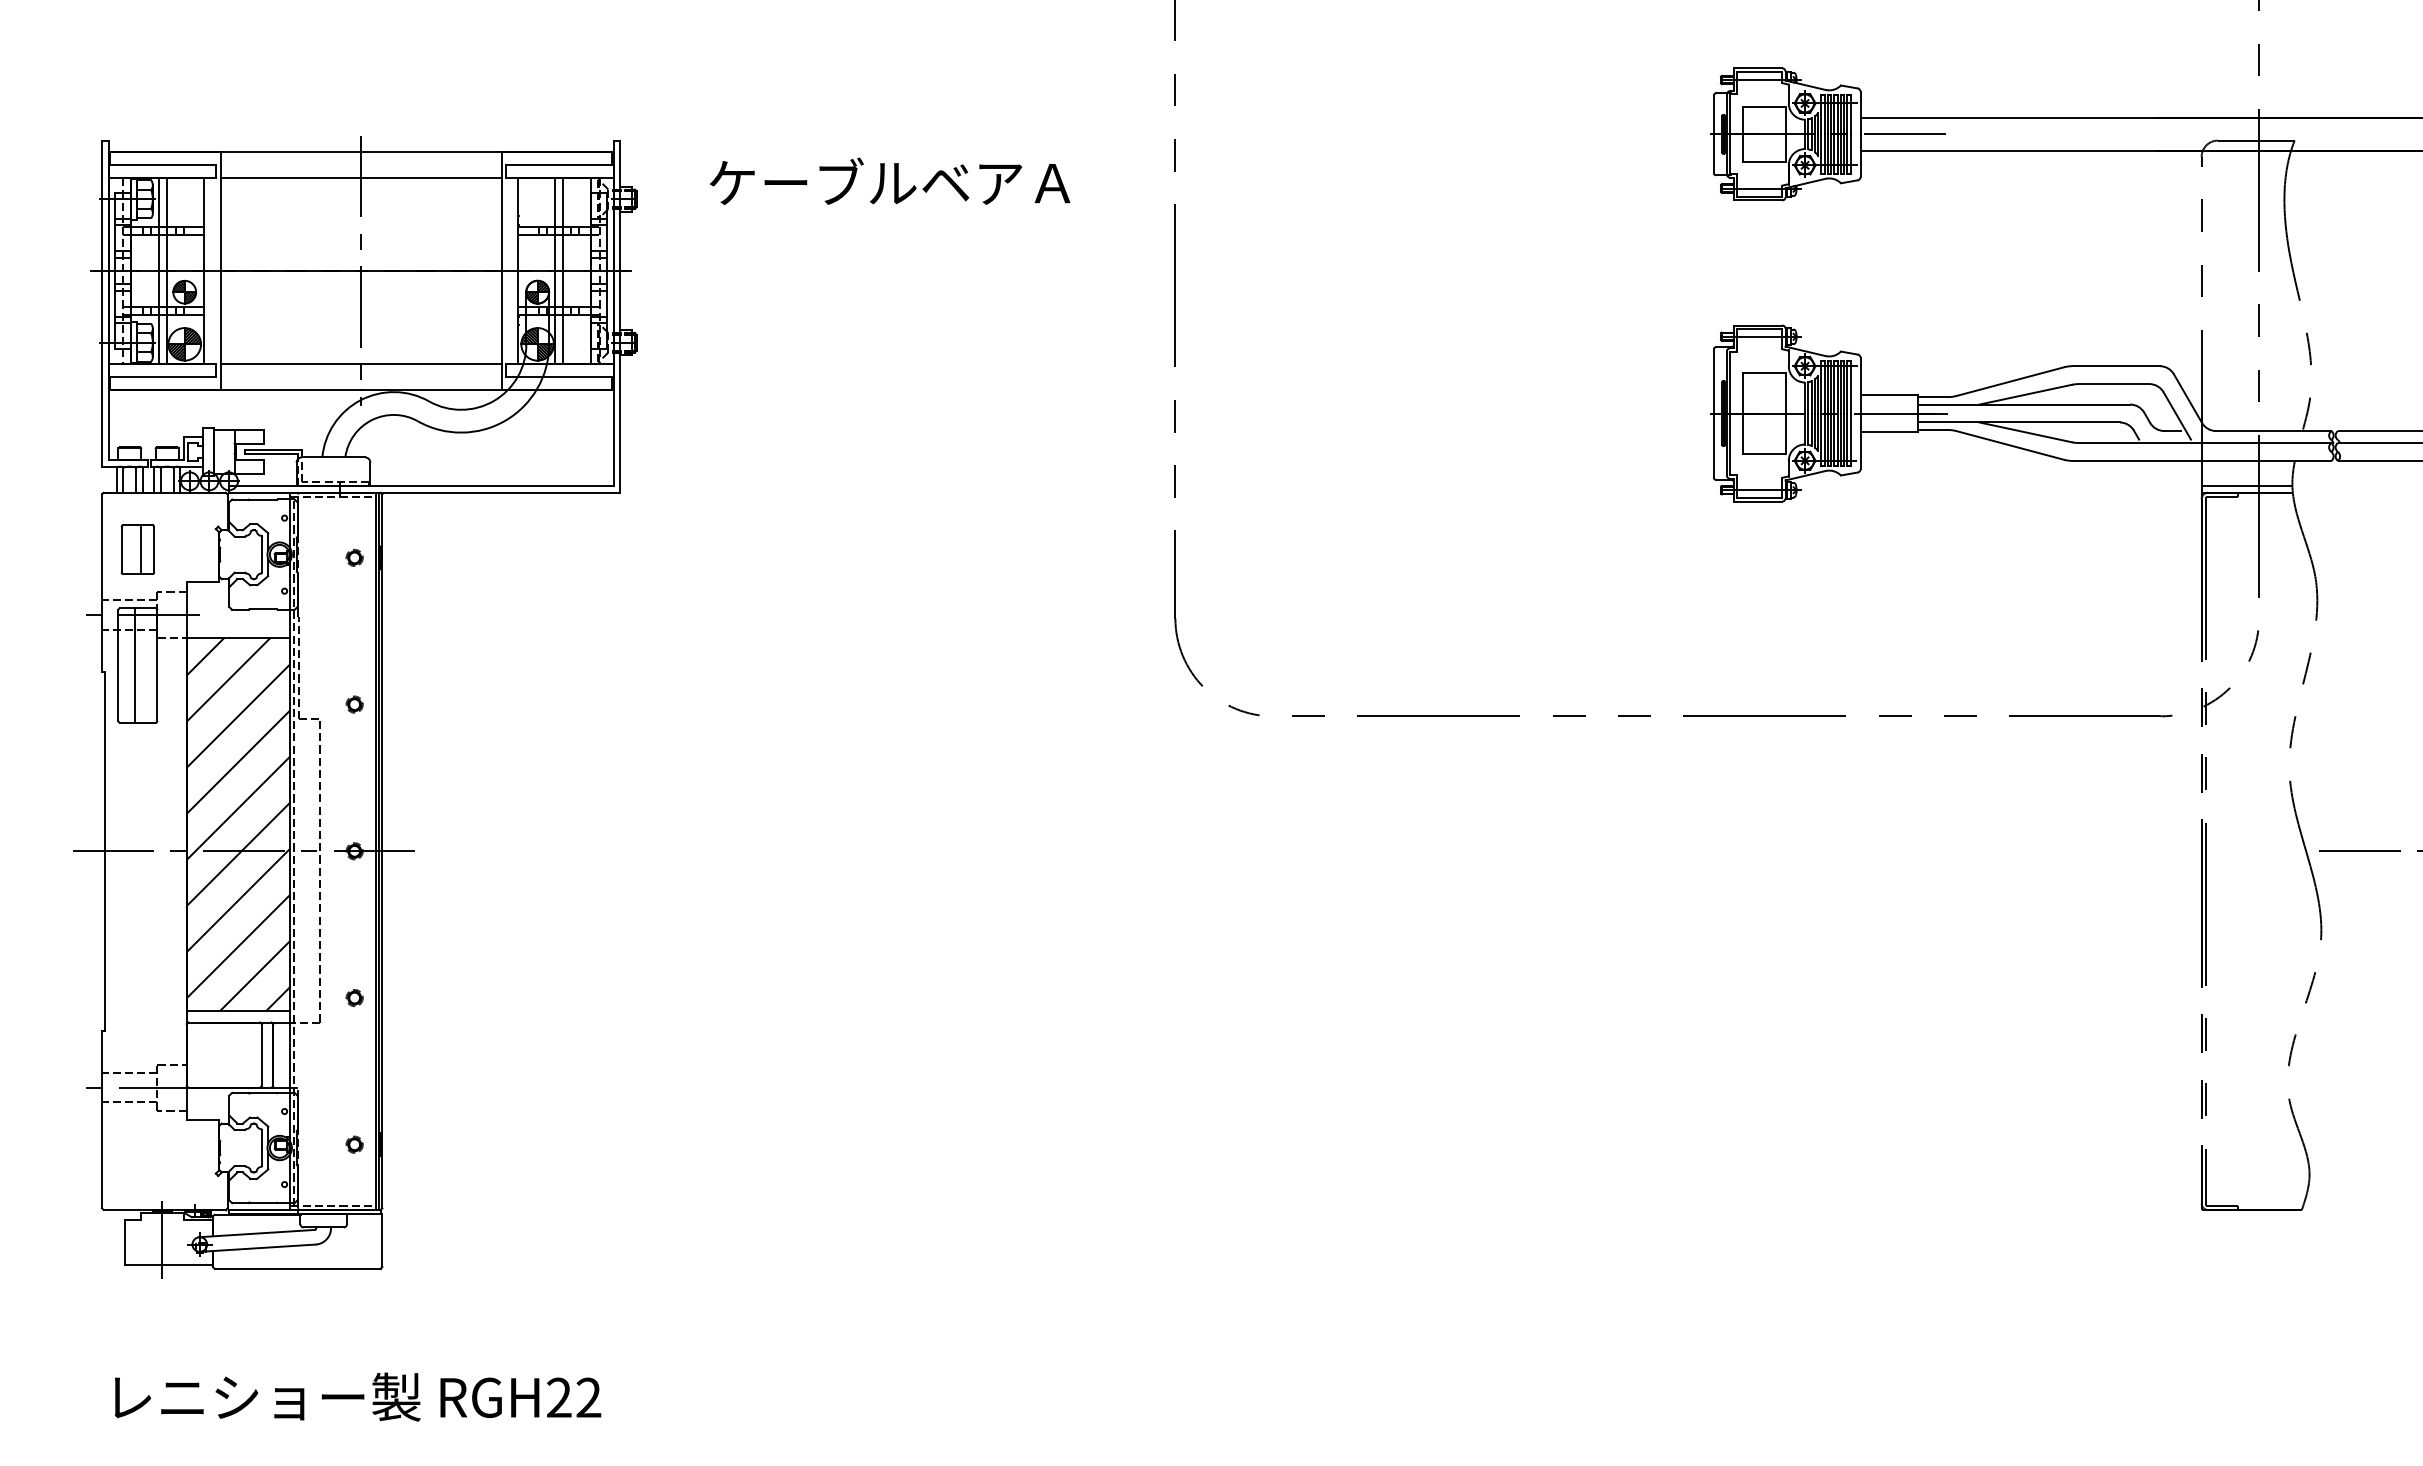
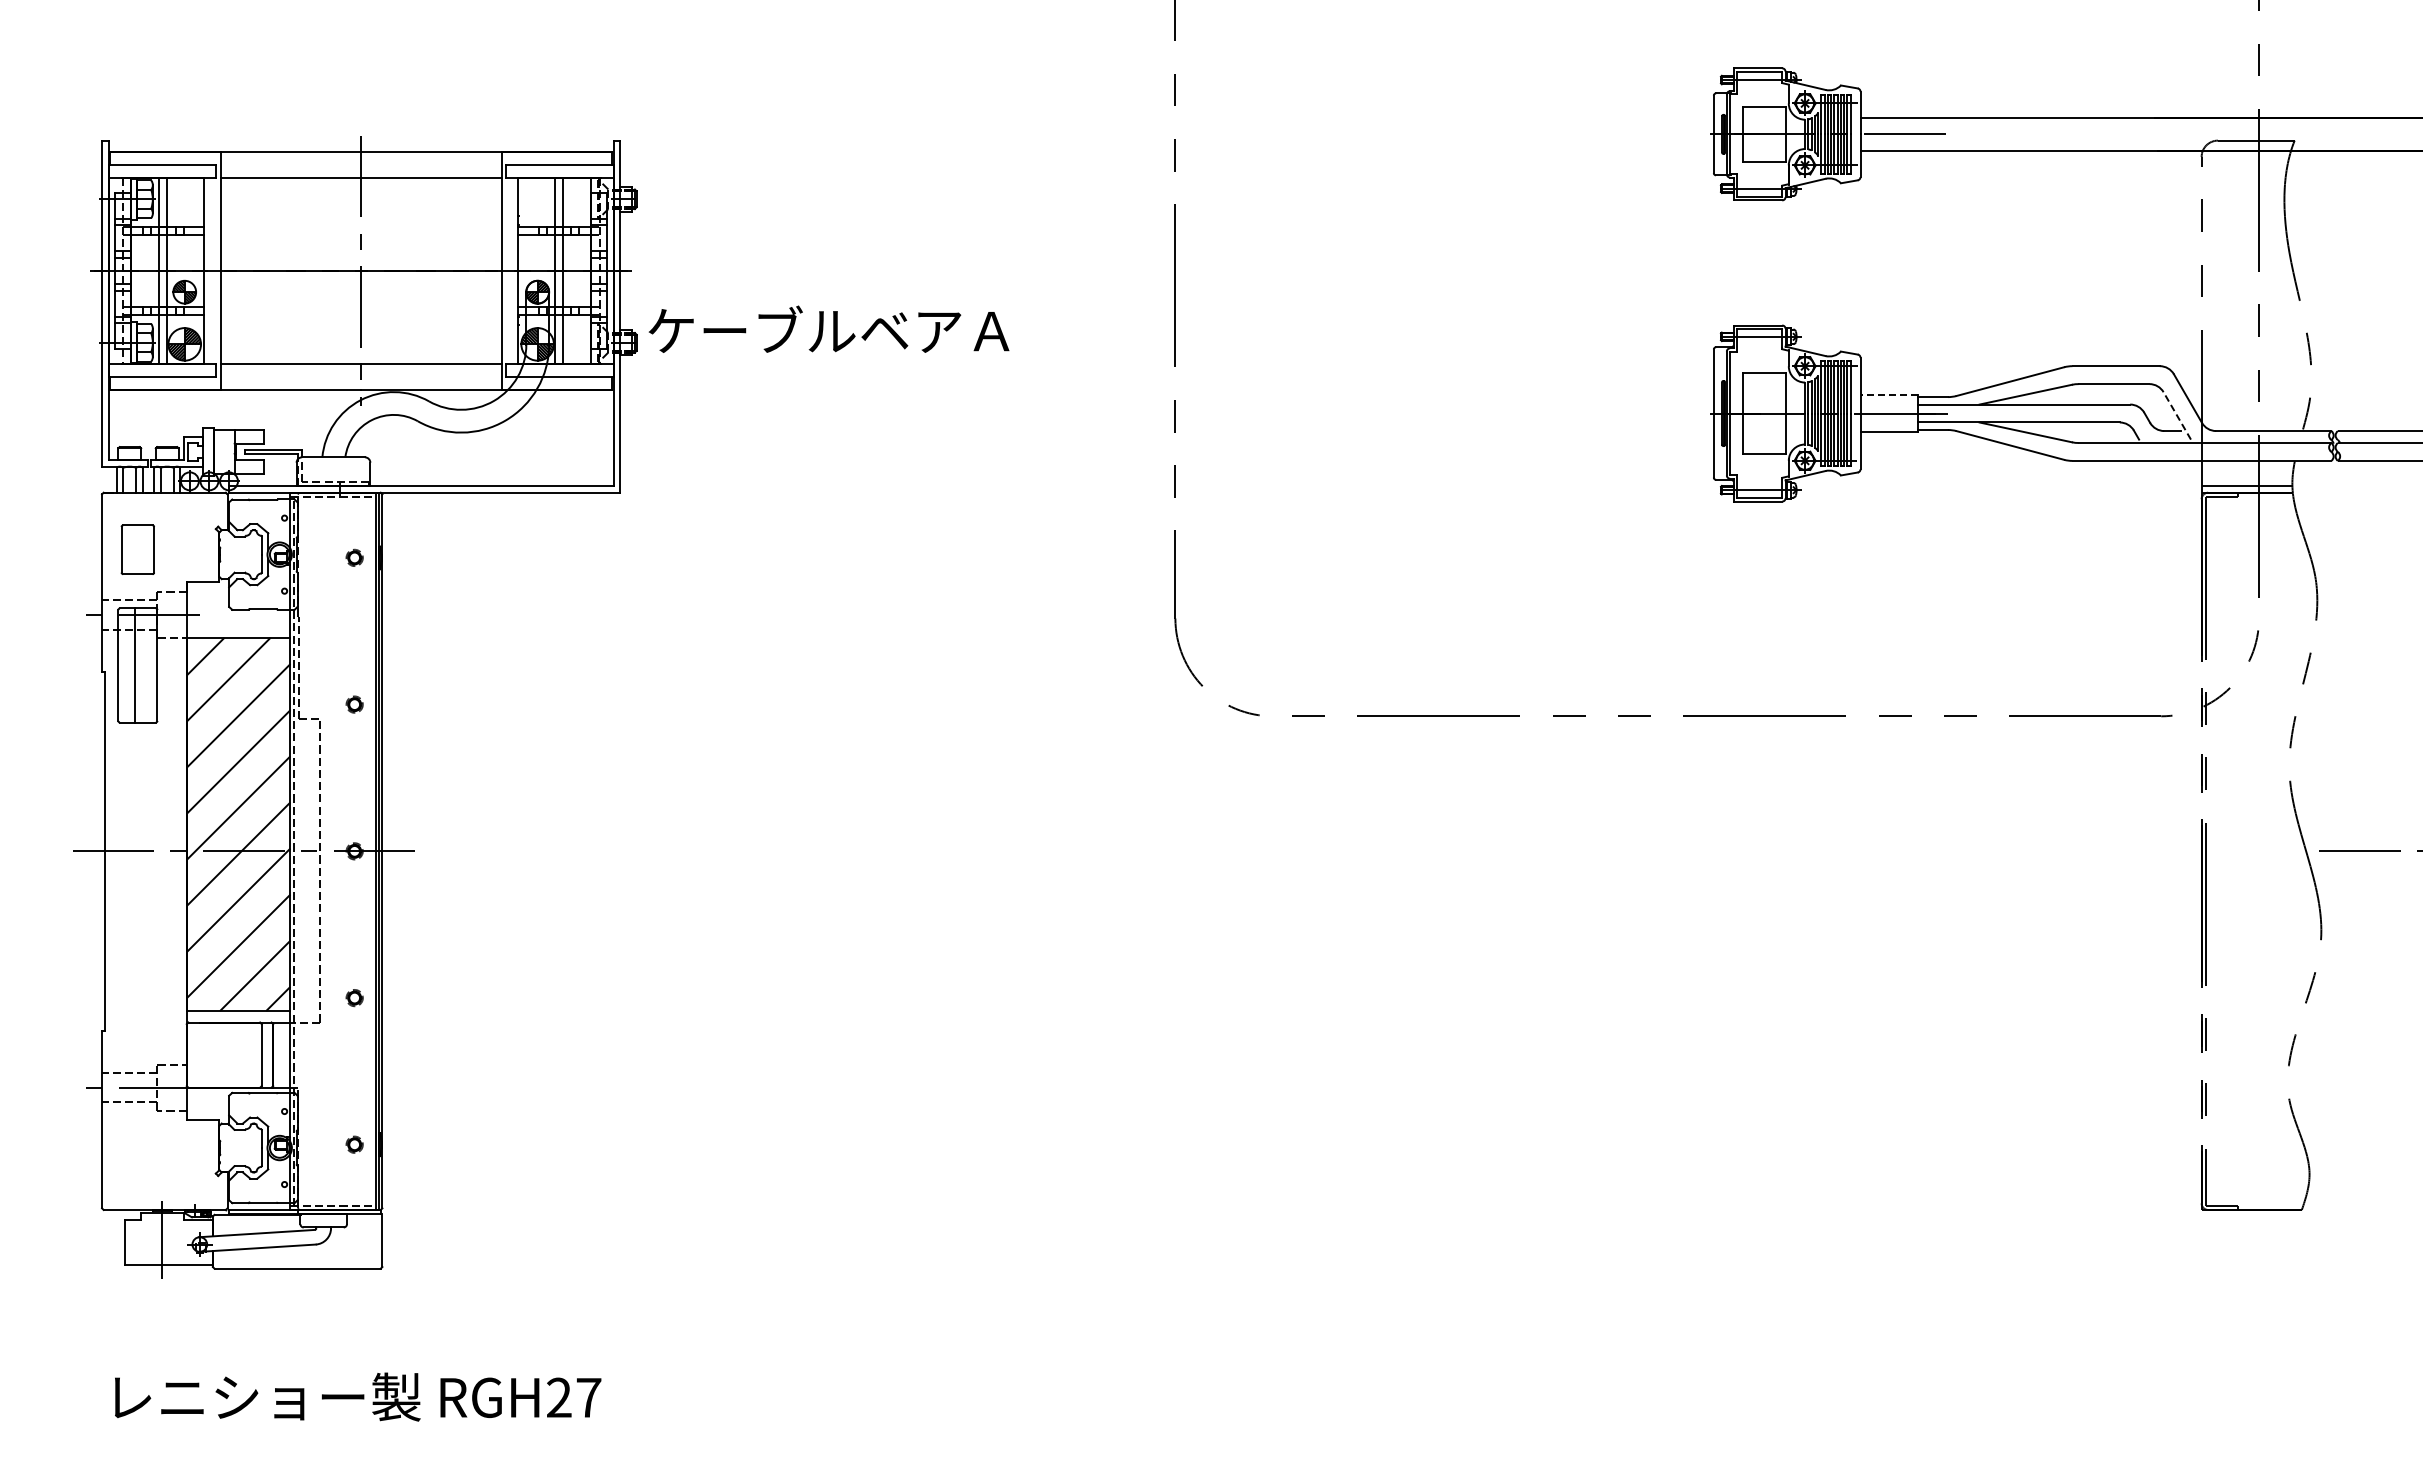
text at (889, 180) position: (889, 180) -> (828, 328)
line at (1889, 395): solid -> dashed
line at (2177, 415): solid -> dashed
line at (141, 549): present -> none
text at (588, 1397): RGH22 -> RGH27
